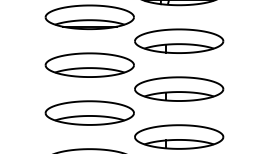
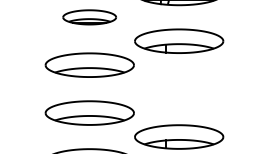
part at (89, 17) size: 91x27 px -> 55x17 px
part at (179, 88): present -> none
